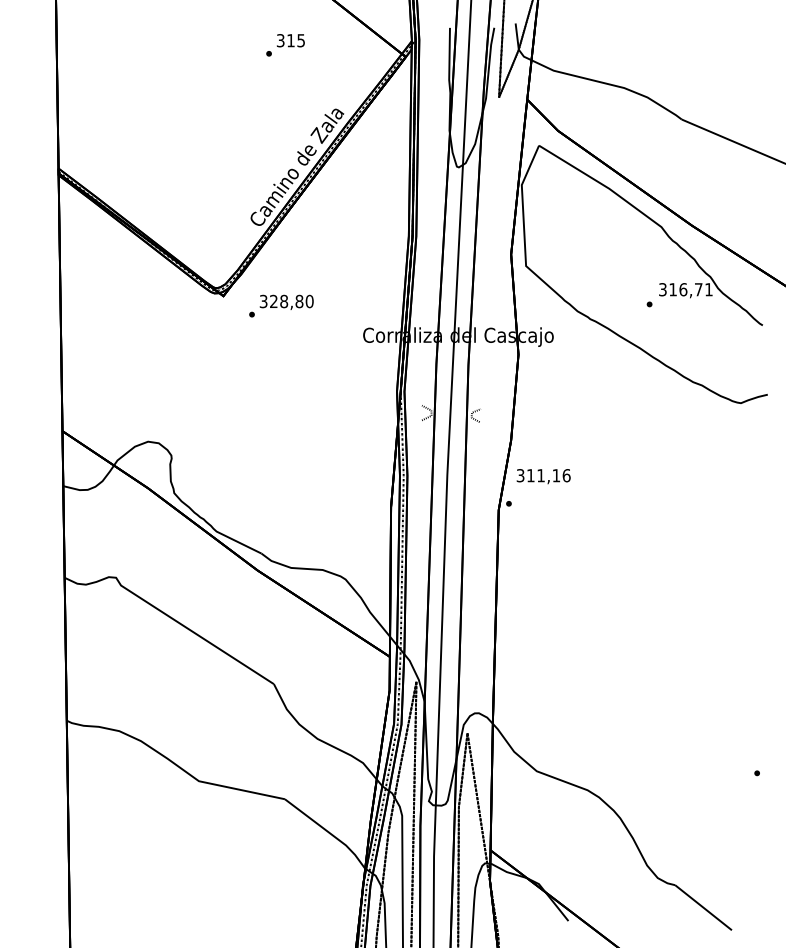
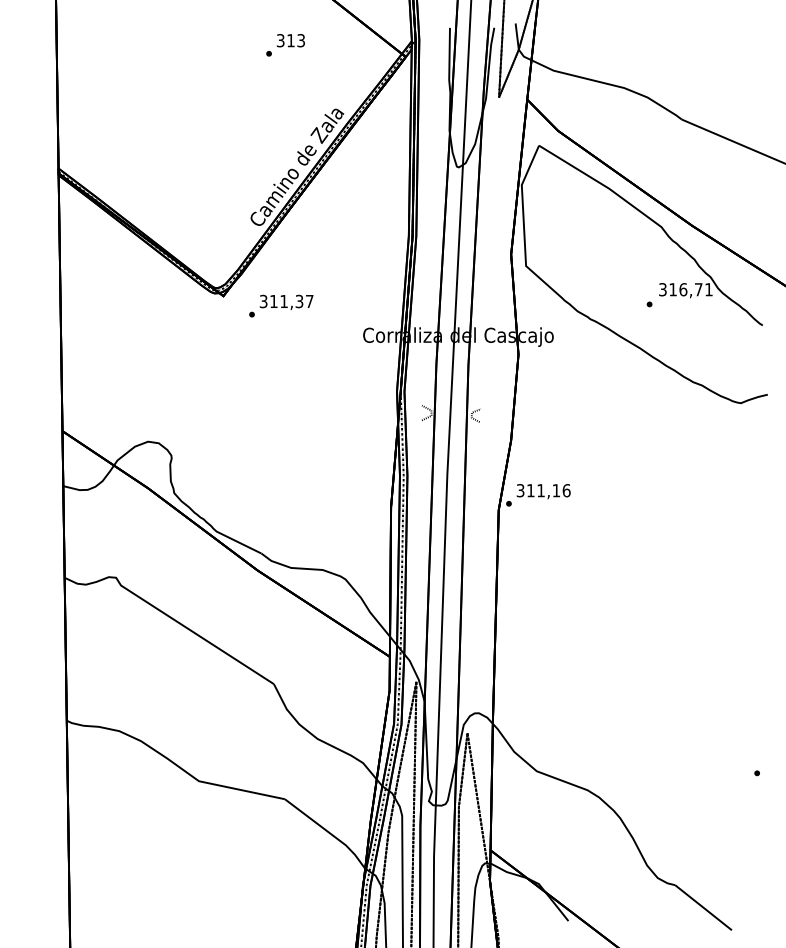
text at (300, 40): 315 -> 313
text at (291, 301): 328,80 -> 311,37
text at (543, 476) position: (543, 476) -> (543, 491)
